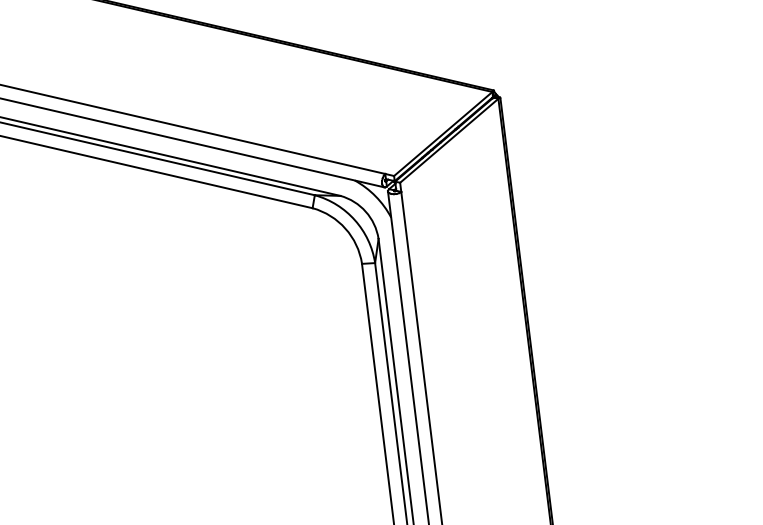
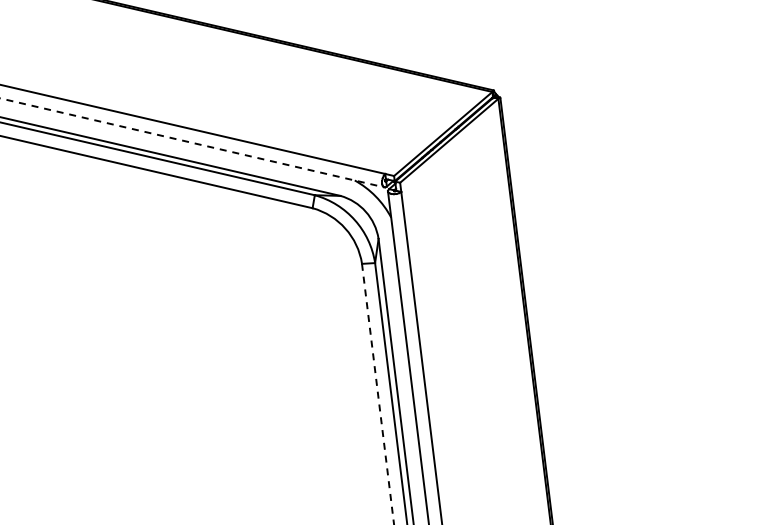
line at (192, 142): solid -> dashed
line at (378, 394): solid -> dashed
